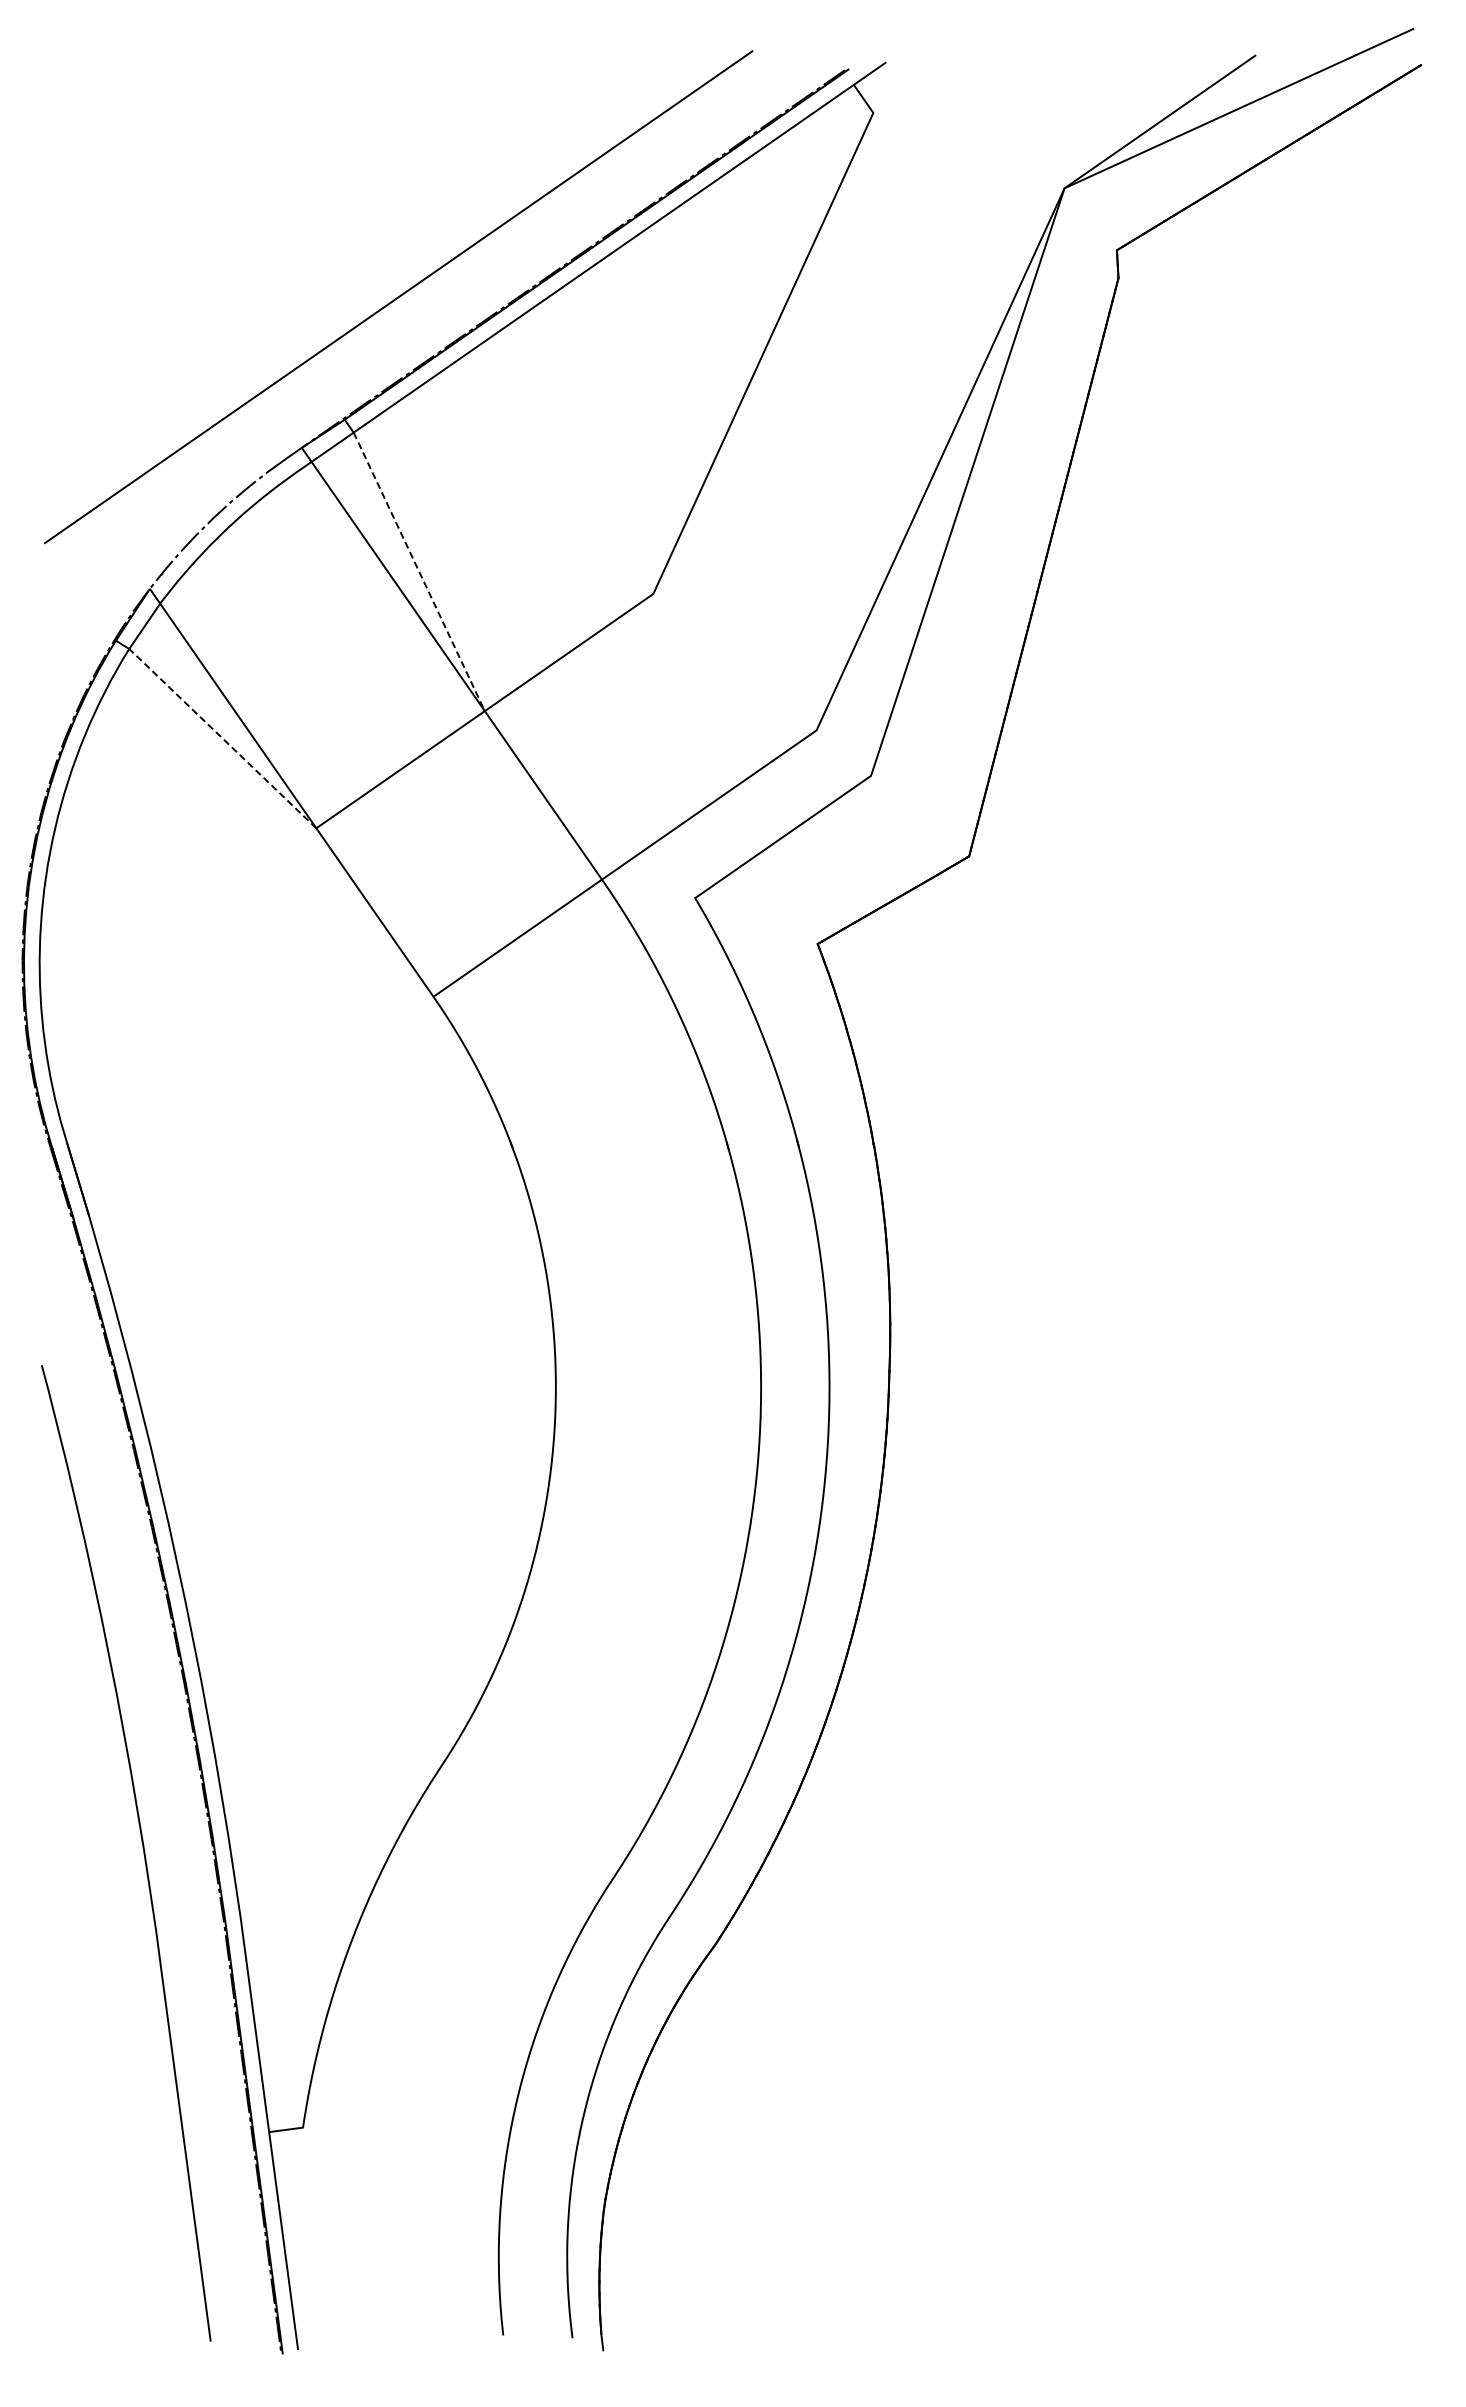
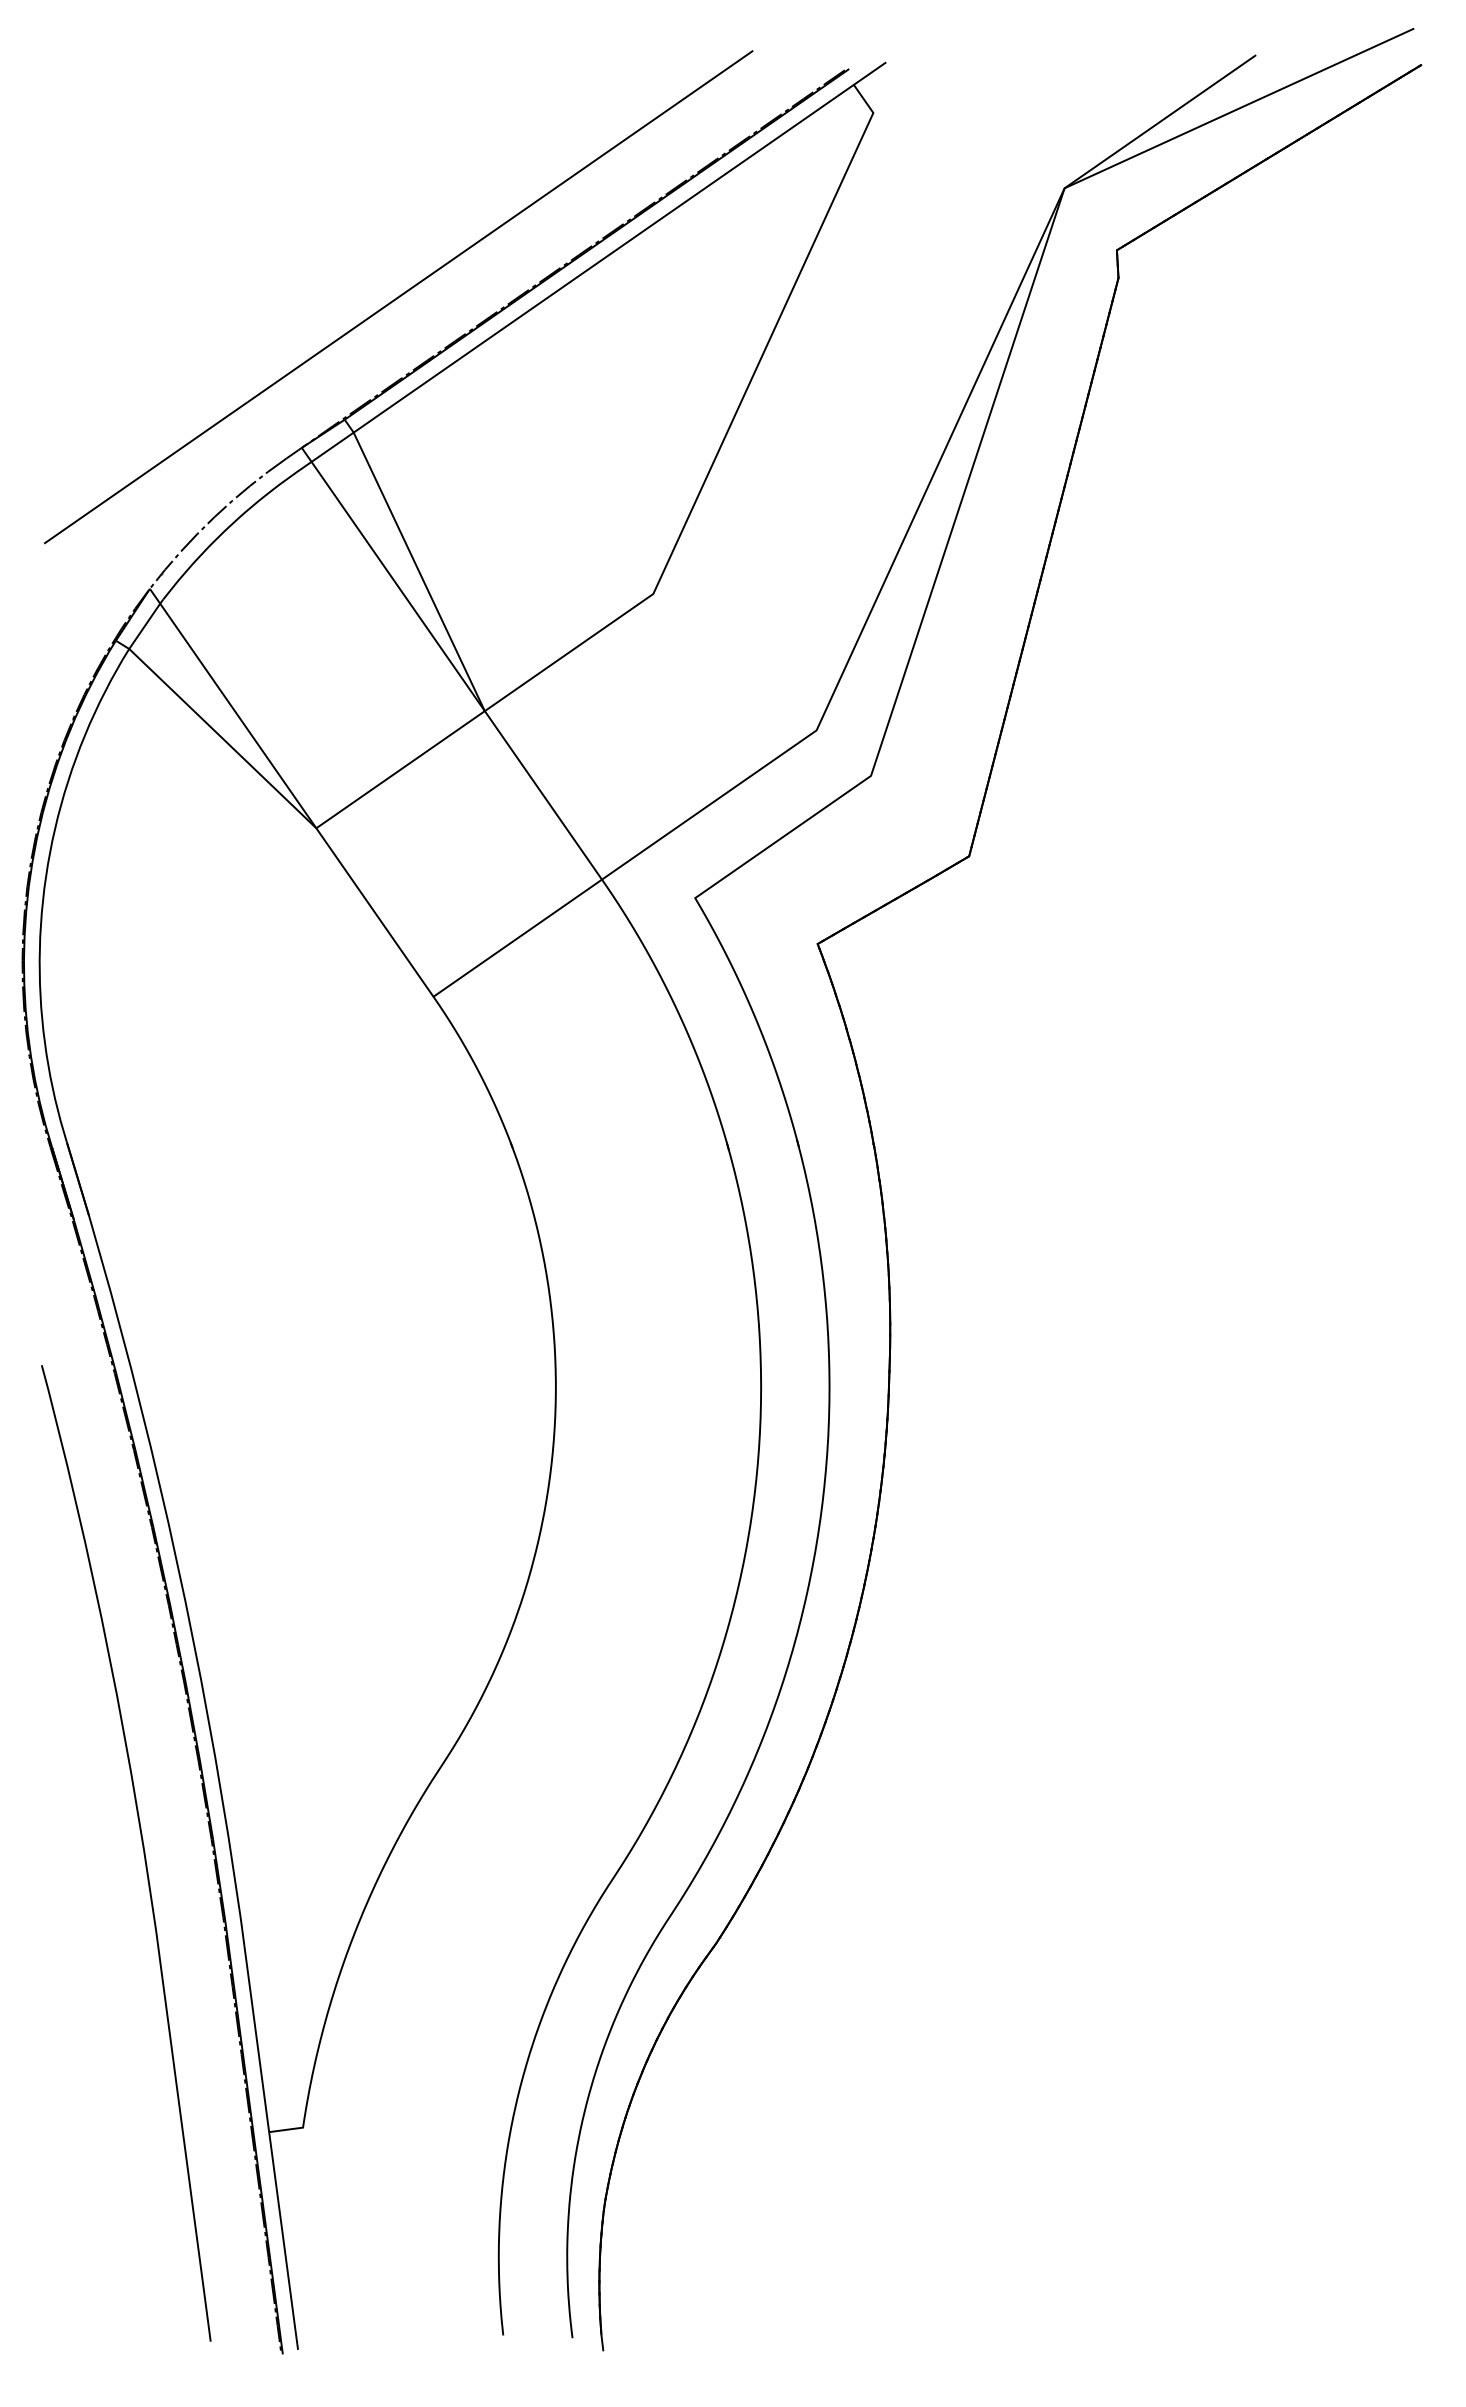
line at (419, 571): dashed -> solid
line at (222, 738): dashed -> solid
